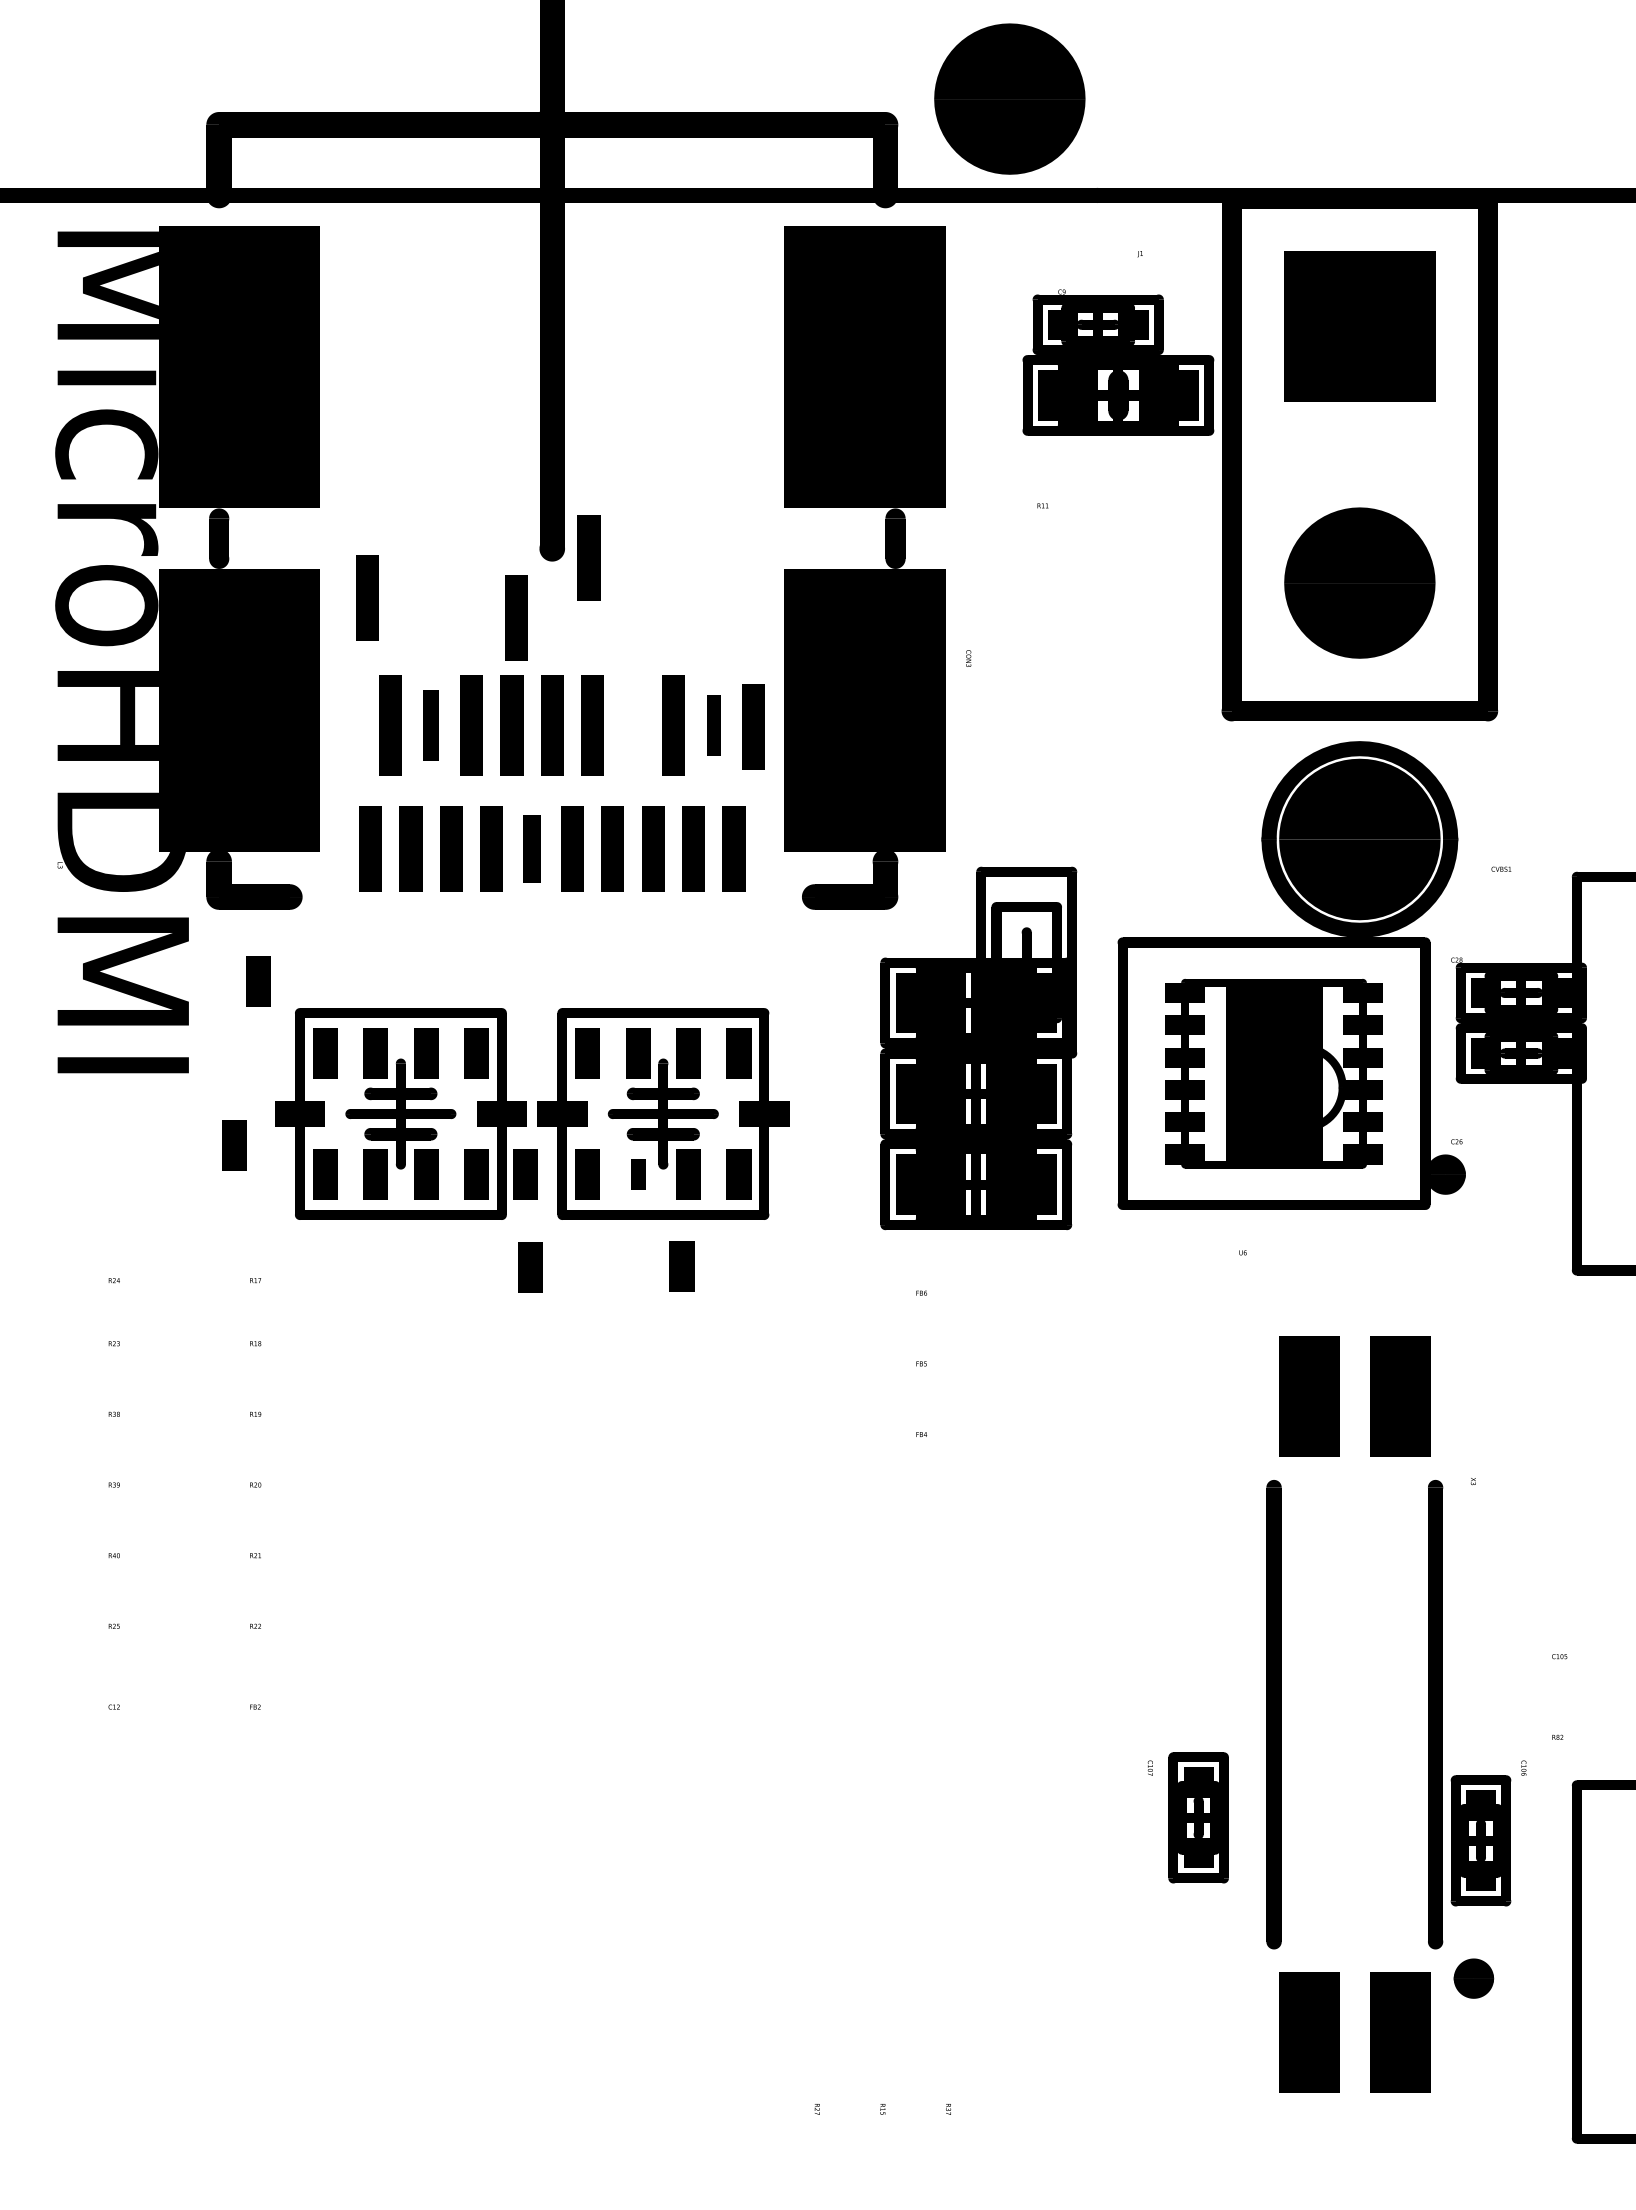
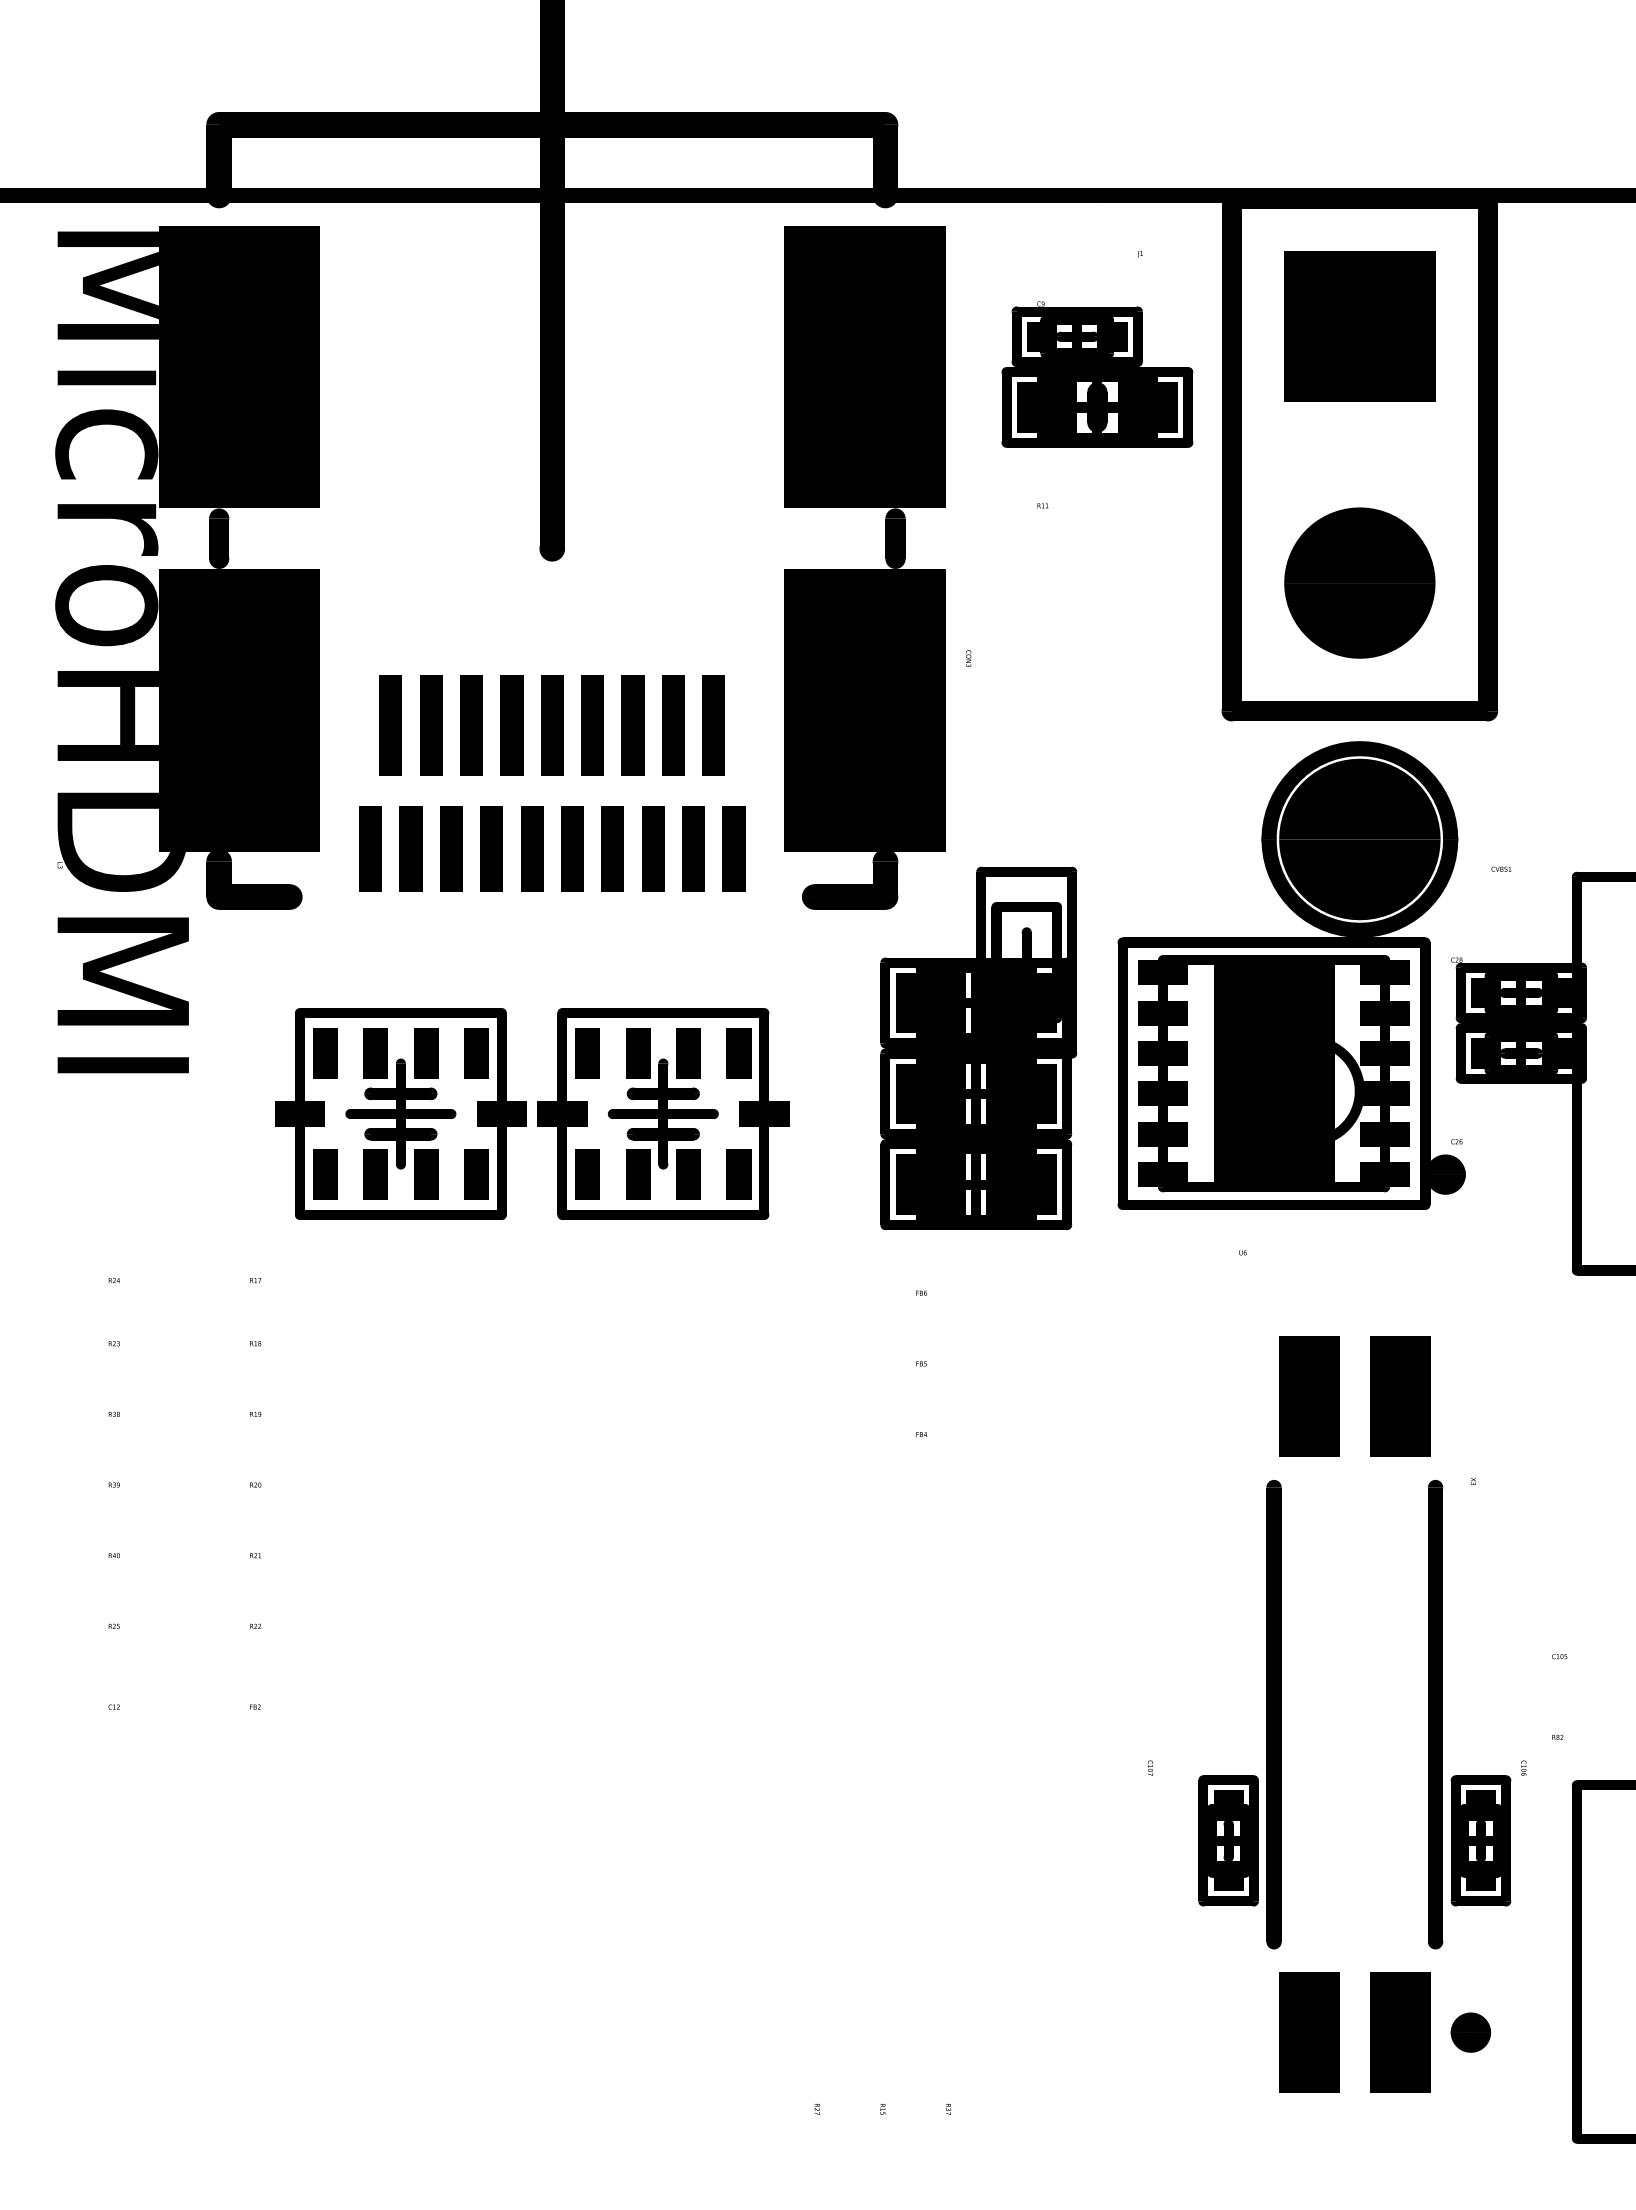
part at (1009, 98): present -> none
text at (1118, 362) position: (1118, 362) -> (1097, 374)
part at (588, 557): present -> none
part at (367, 597): present -> none
part at (516, 617): present -> none
part at (430, 725) size: 16x71 px -> 23x101 px
part at (632, 725): none -> present
part at (713, 725) size: 14x61 px -> 23x101 px
part at (753, 726): present -> none
part at (531, 848) size: 18x68 px -> 23x86 px
part at (258, 981): present -> none
part at (1273, 1073) size: 218x190 px -> 272x238 px
part at (234, 1145): present -> none
part at (525, 1174): present -> none
part at (638, 1174) size: 15x31 px -> 25x51 px
part at (681, 1266): present -> none
part at (530, 1267): present -> none
part at (1198, 1817) position: (1198, 1817) -> (1228, 1840)
part at (1473, 1978) position: (1473, 1978) -> (1470, 2032)
